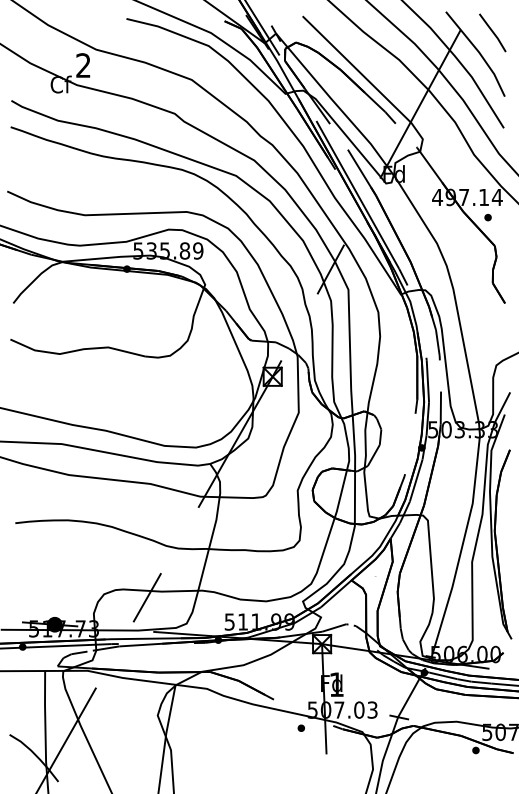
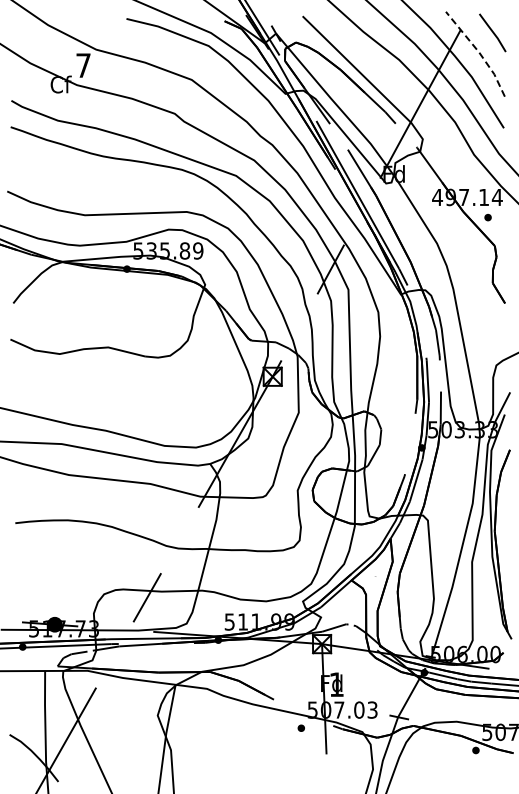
line at (479, 52): solid -> dashed
text at (83, 65): 2 -> 7
